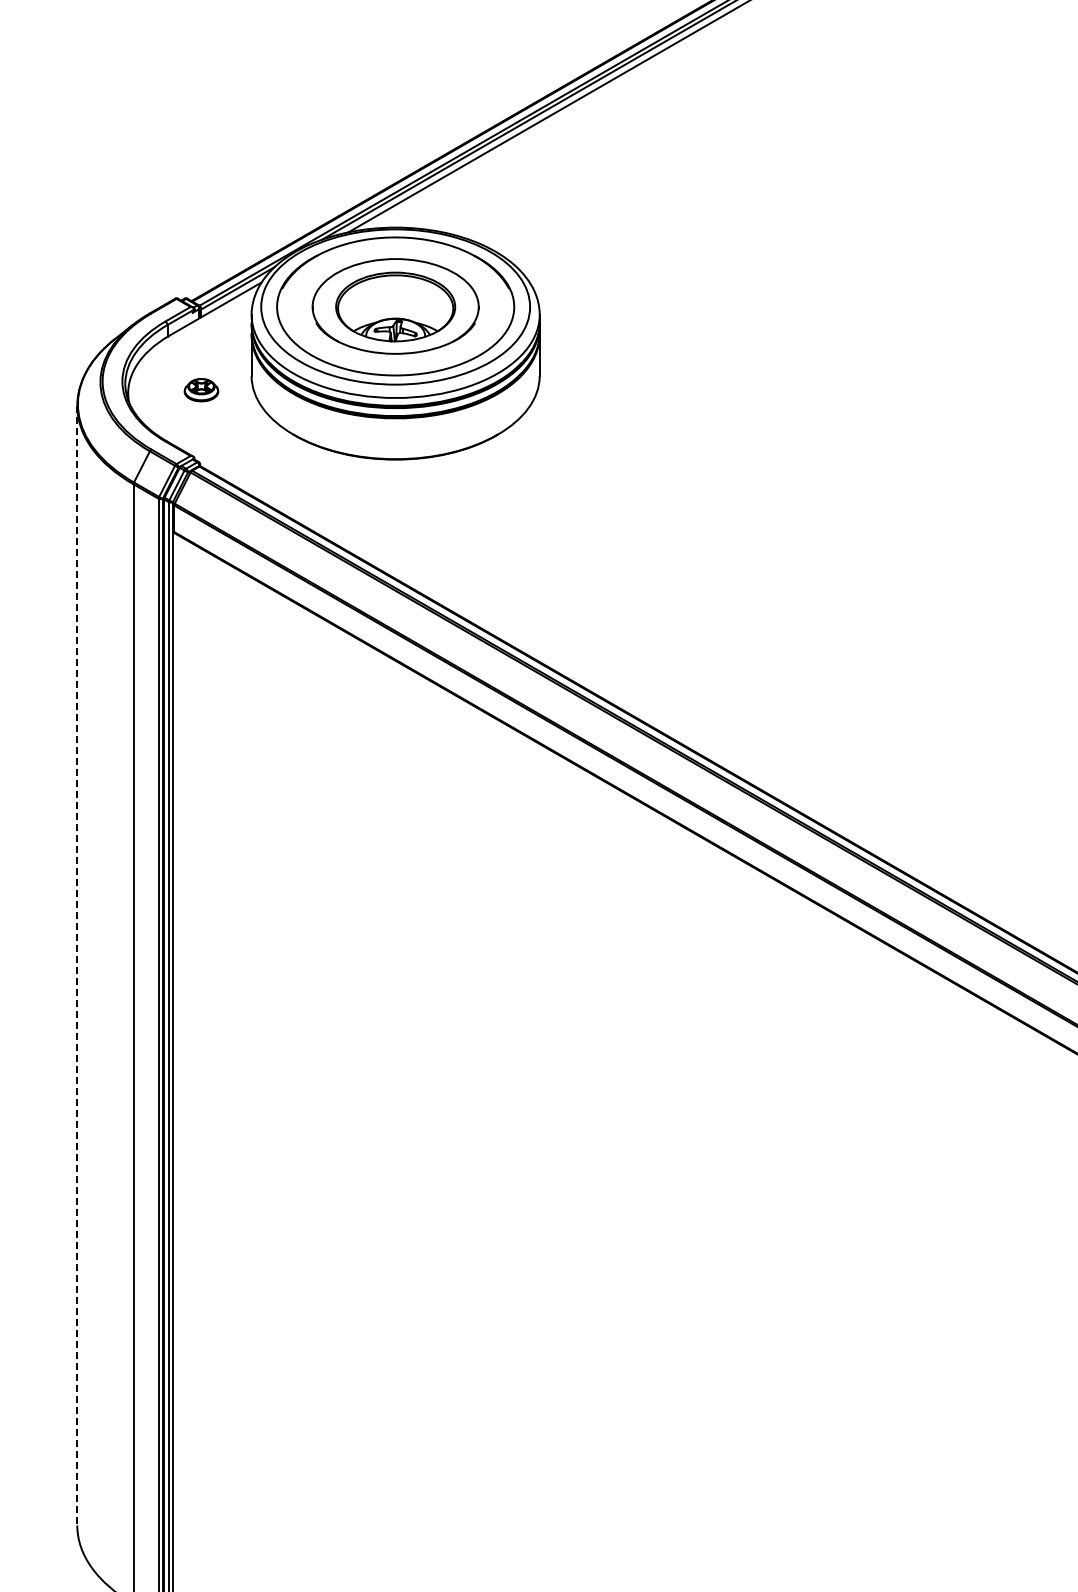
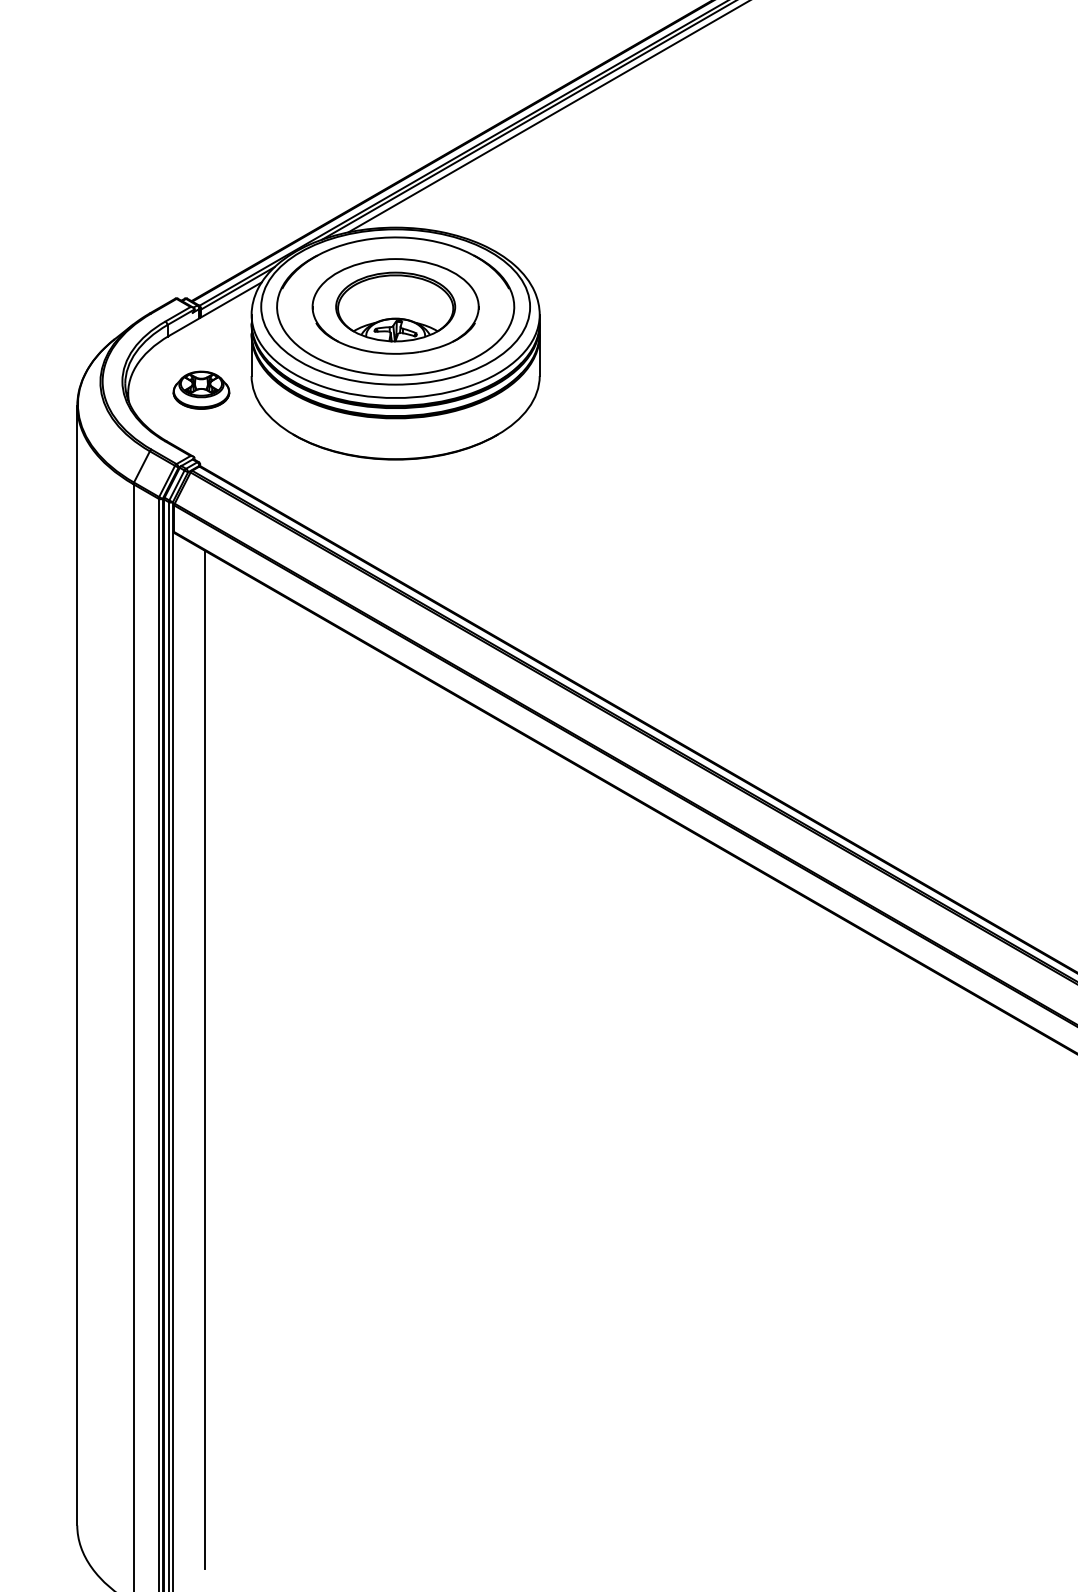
part at (201, 390) size: 37x25 px -> 59x40 px
line at (77, 965): dashed -> solid
line at (204, 1059): none -> present
